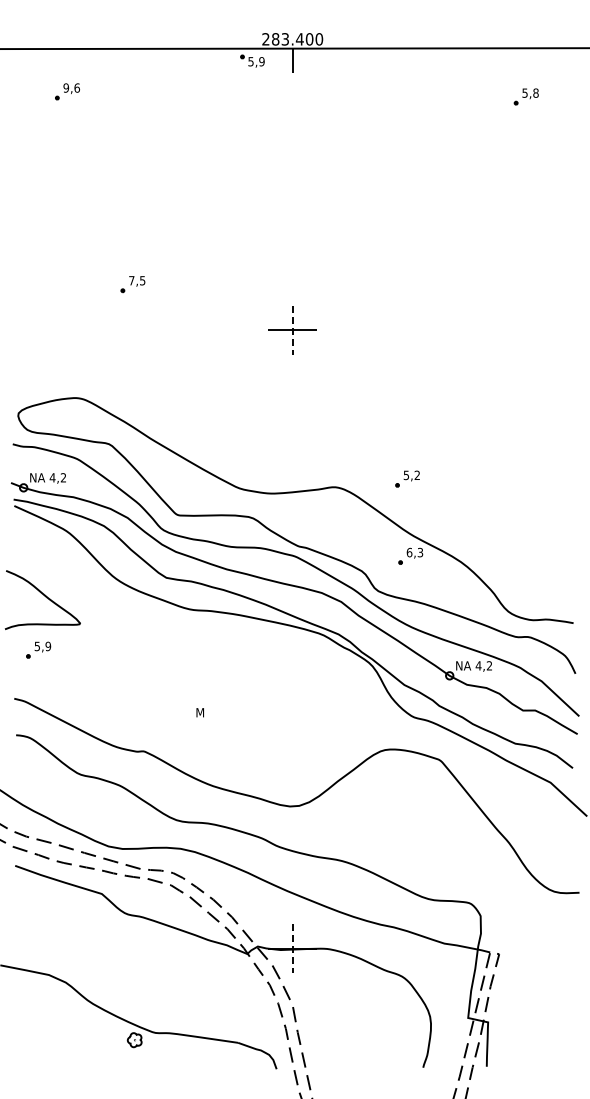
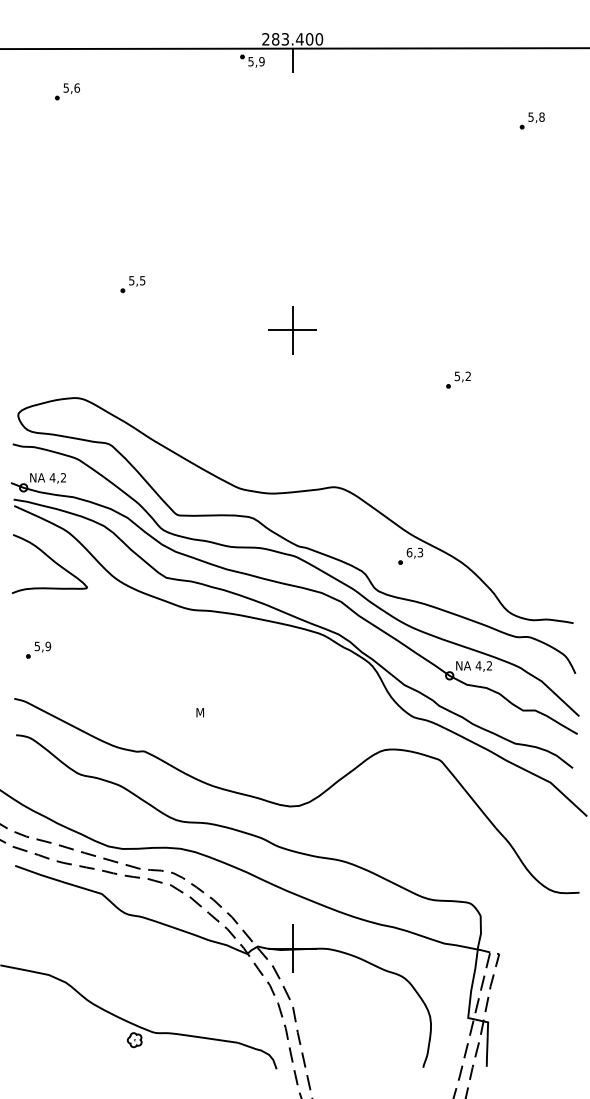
text at (66, 87): 9,6 -> 5,6
part at (525, 96) position: (525, 96) -> (531, 120)
text at (131, 280): 7,5 -> 5,5
line at (292, 330): dashed -> solid
part at (407, 478) position: (407, 478) -> (458, 379)
curve at (44, 596) position: (44, 596) -> (51, 560)
line at (292, 948): dashed -> solid
